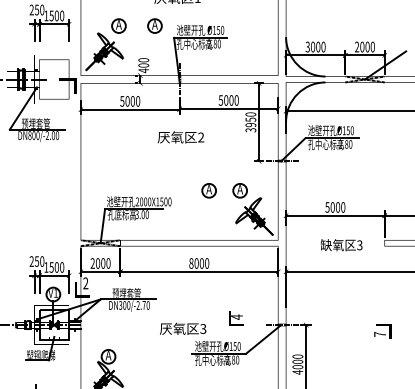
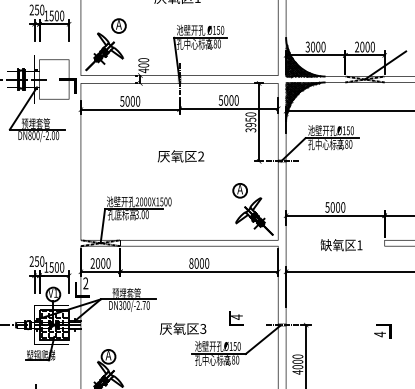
part at (154, 25): present -> none
hatch at (302, 60): none -> present
hatch at (302, 98): none -> present
text at (180, 137) position: (180, 137) -> (180, 156)
part at (208, 190): present -> none
text at (359, 245): 3 -> 1
hatch at (53, 324): none -> present
text at (379, 334): 7 -> 4
